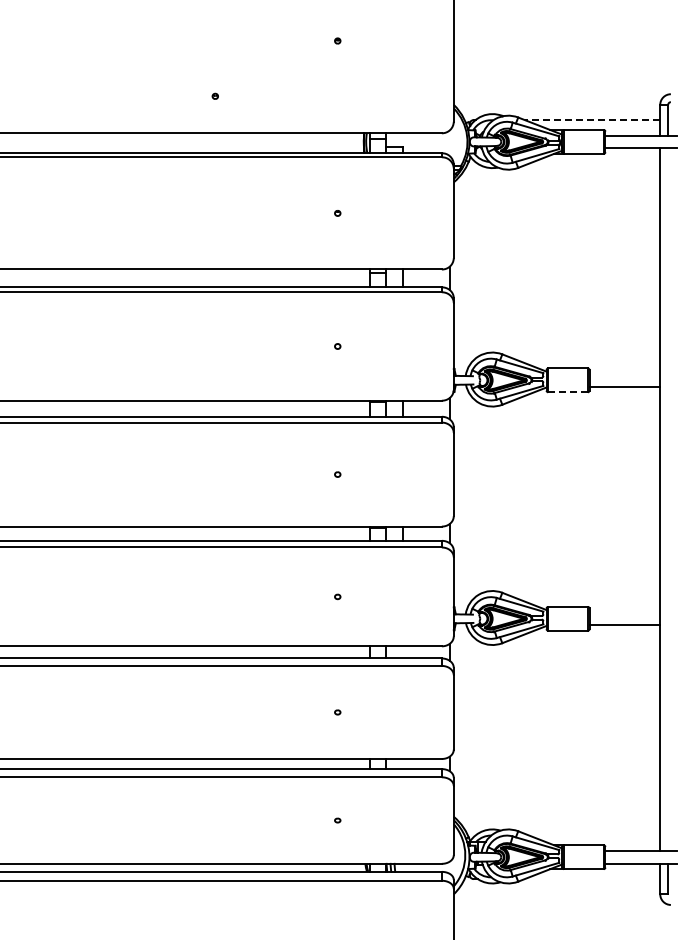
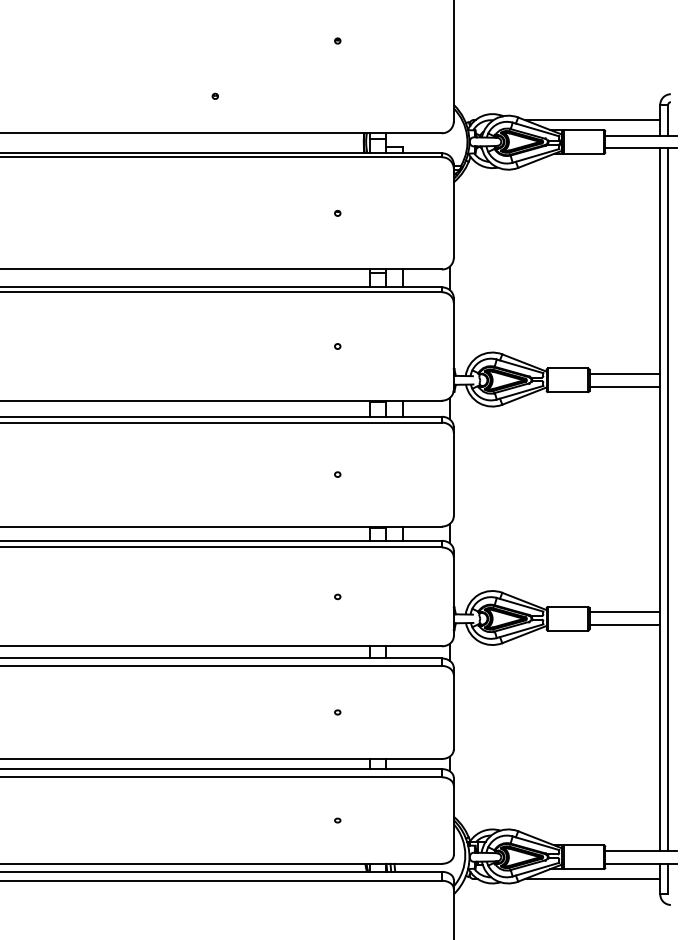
line at (592, 120): dashed -> solid
line at (624, 374): none -> present
line at (568, 392): dashed -> solid
line at (668, 499): none -> present
line at (624, 612): none -> present
line at (592, 879): none -> present
